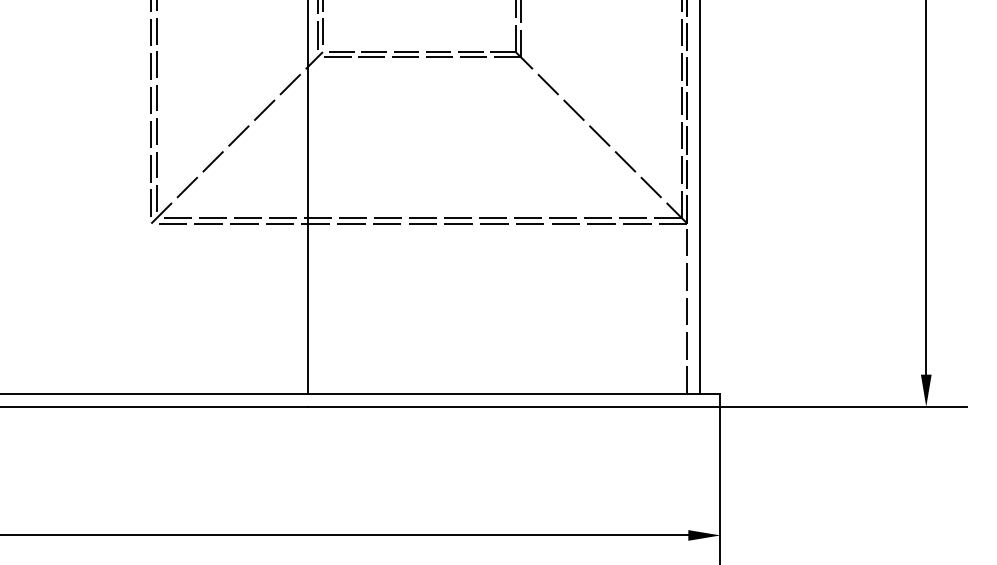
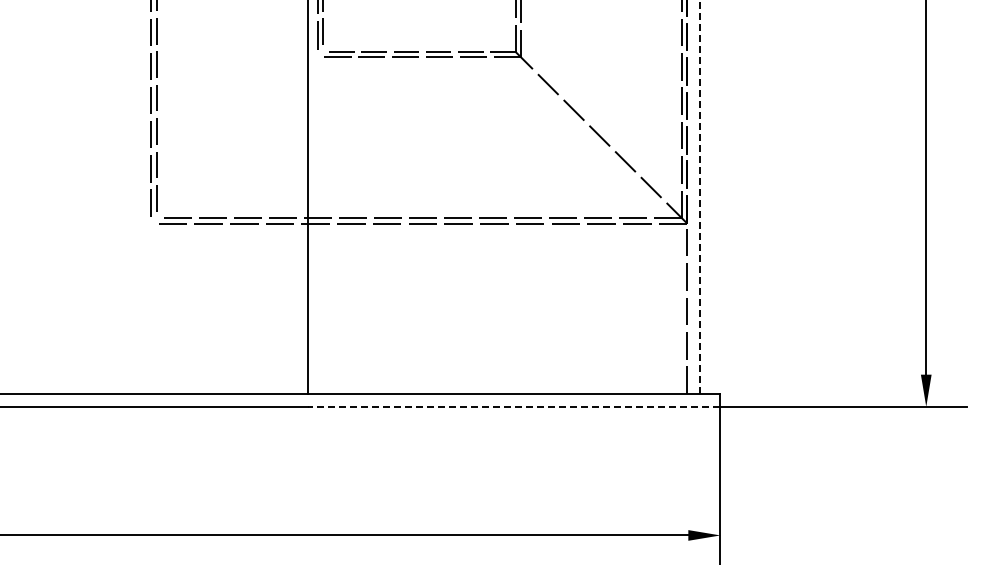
line at (236, 137): present -> none
line at (700, 197): solid -> dashed
line at (513, 406): solid -> dashed
